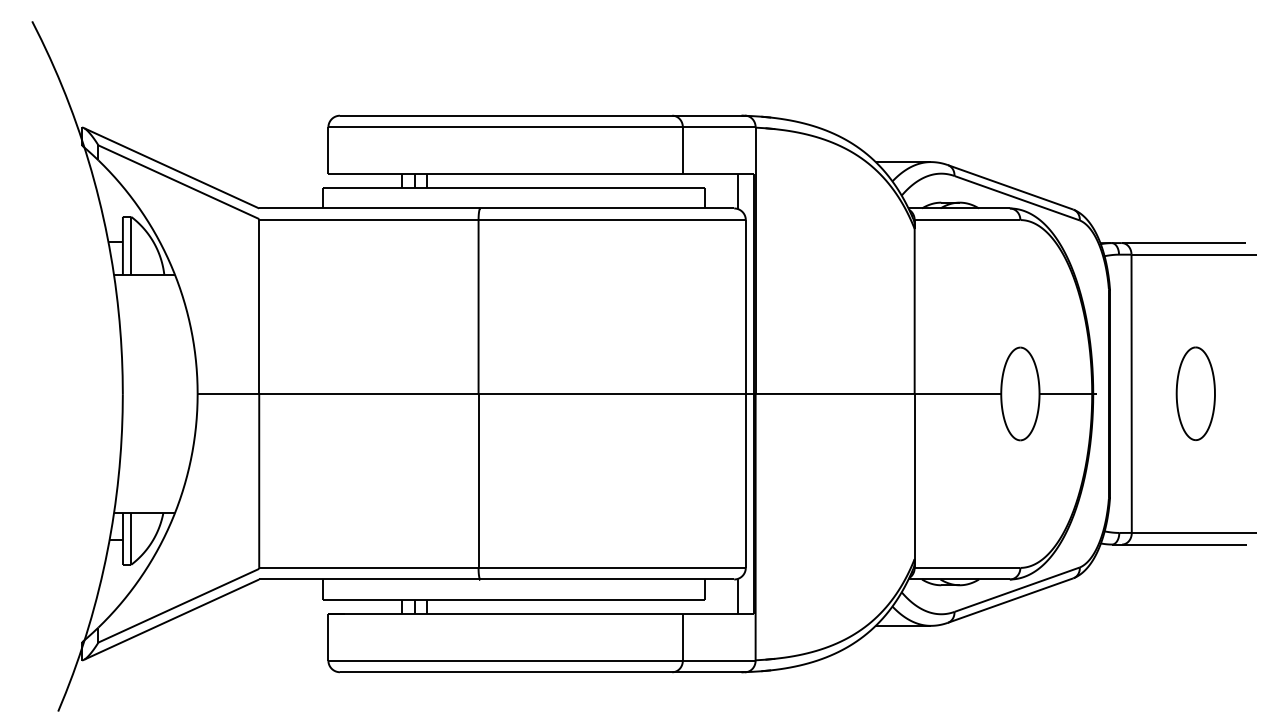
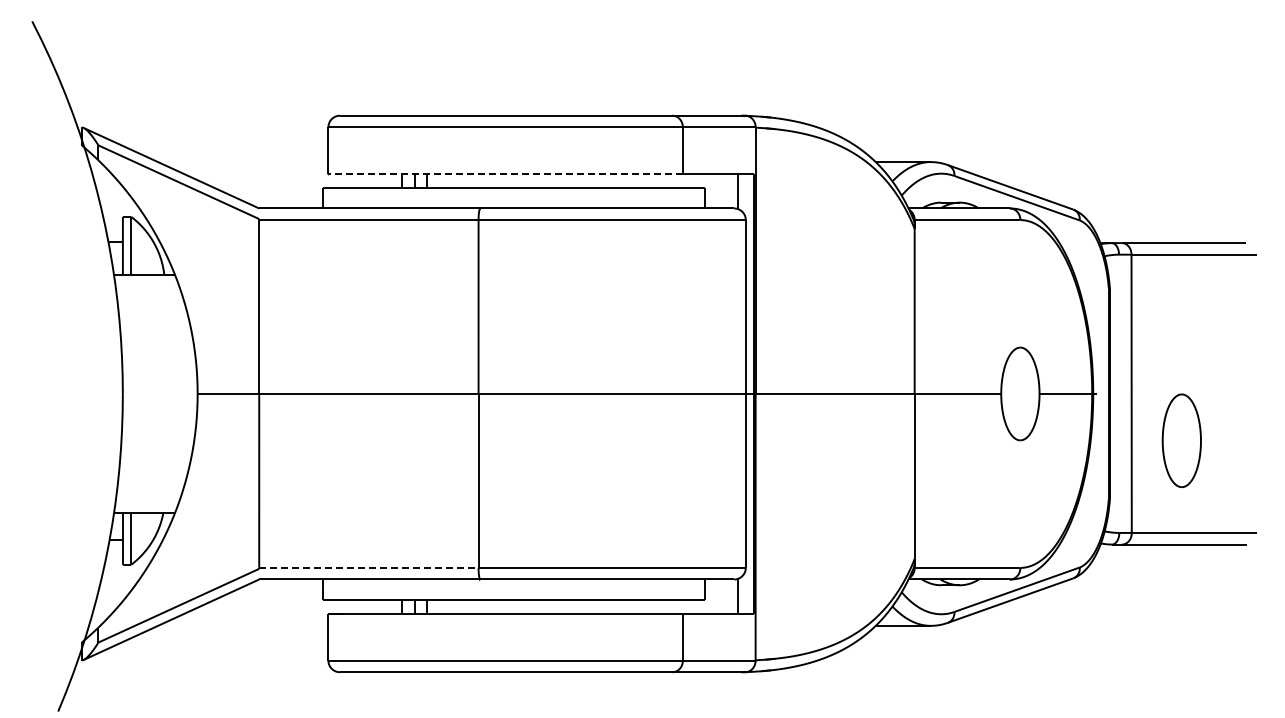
line at (505, 173): solid -> dashed
part at (1195, 393) position: (1195, 393) -> (1181, 440)
line at (368, 567): solid -> dashed
